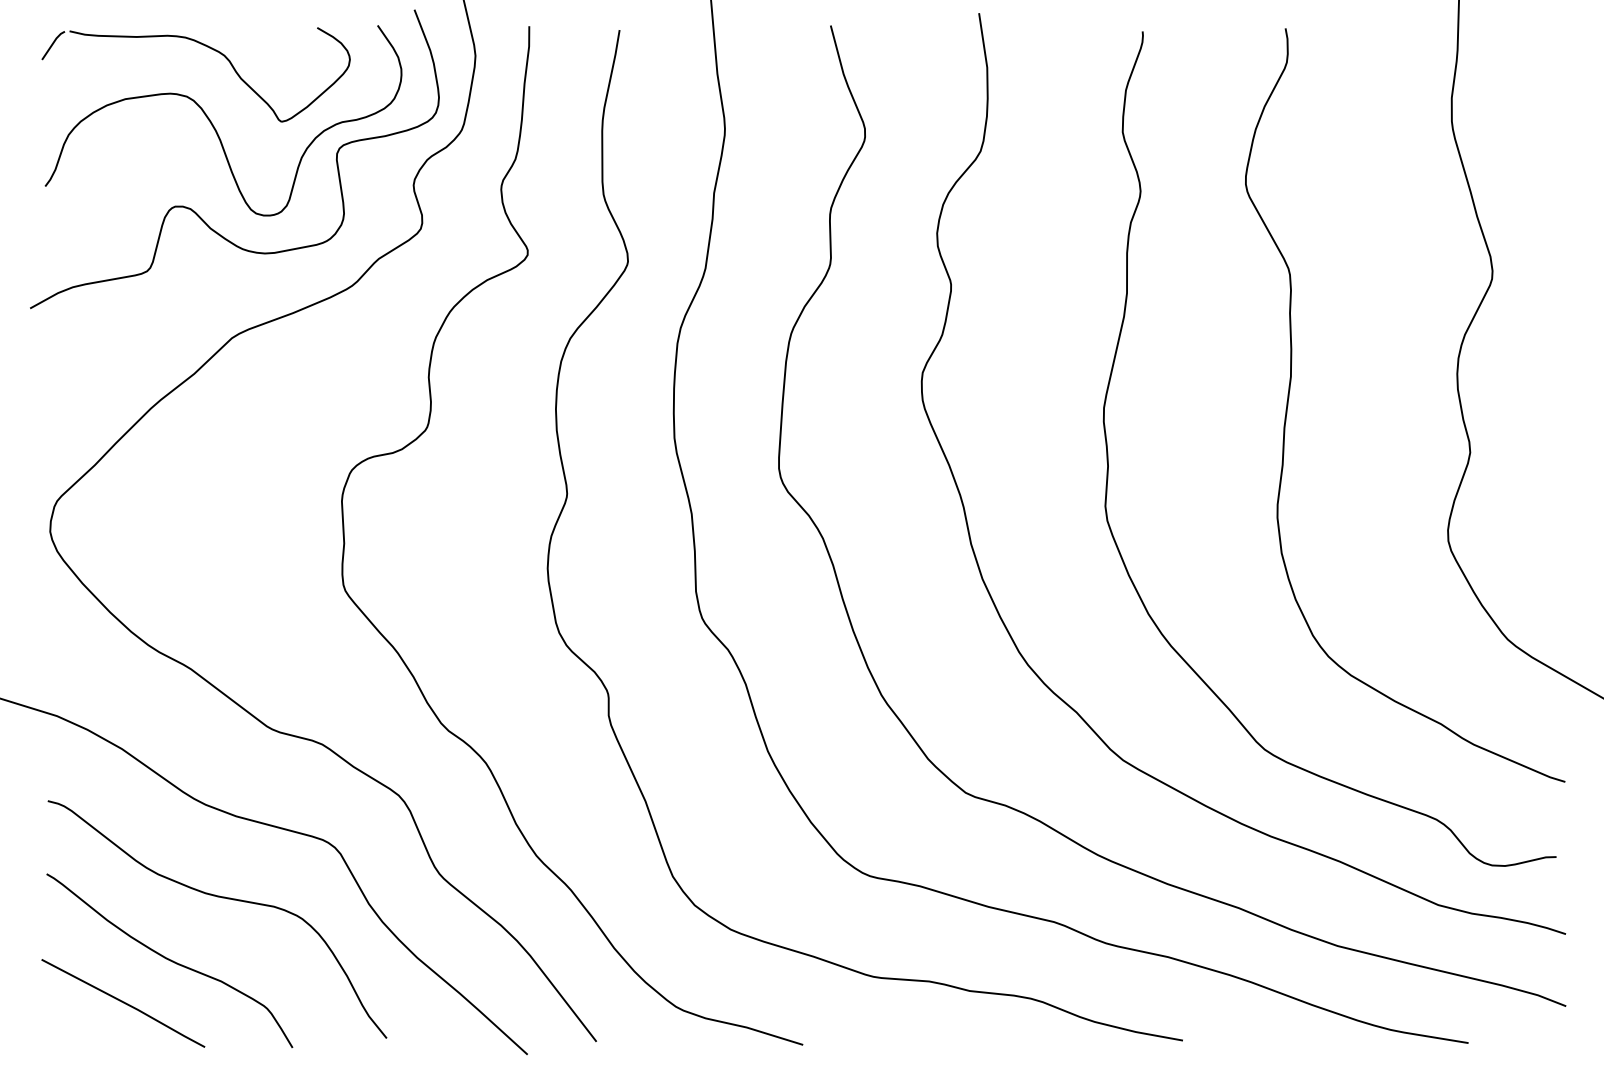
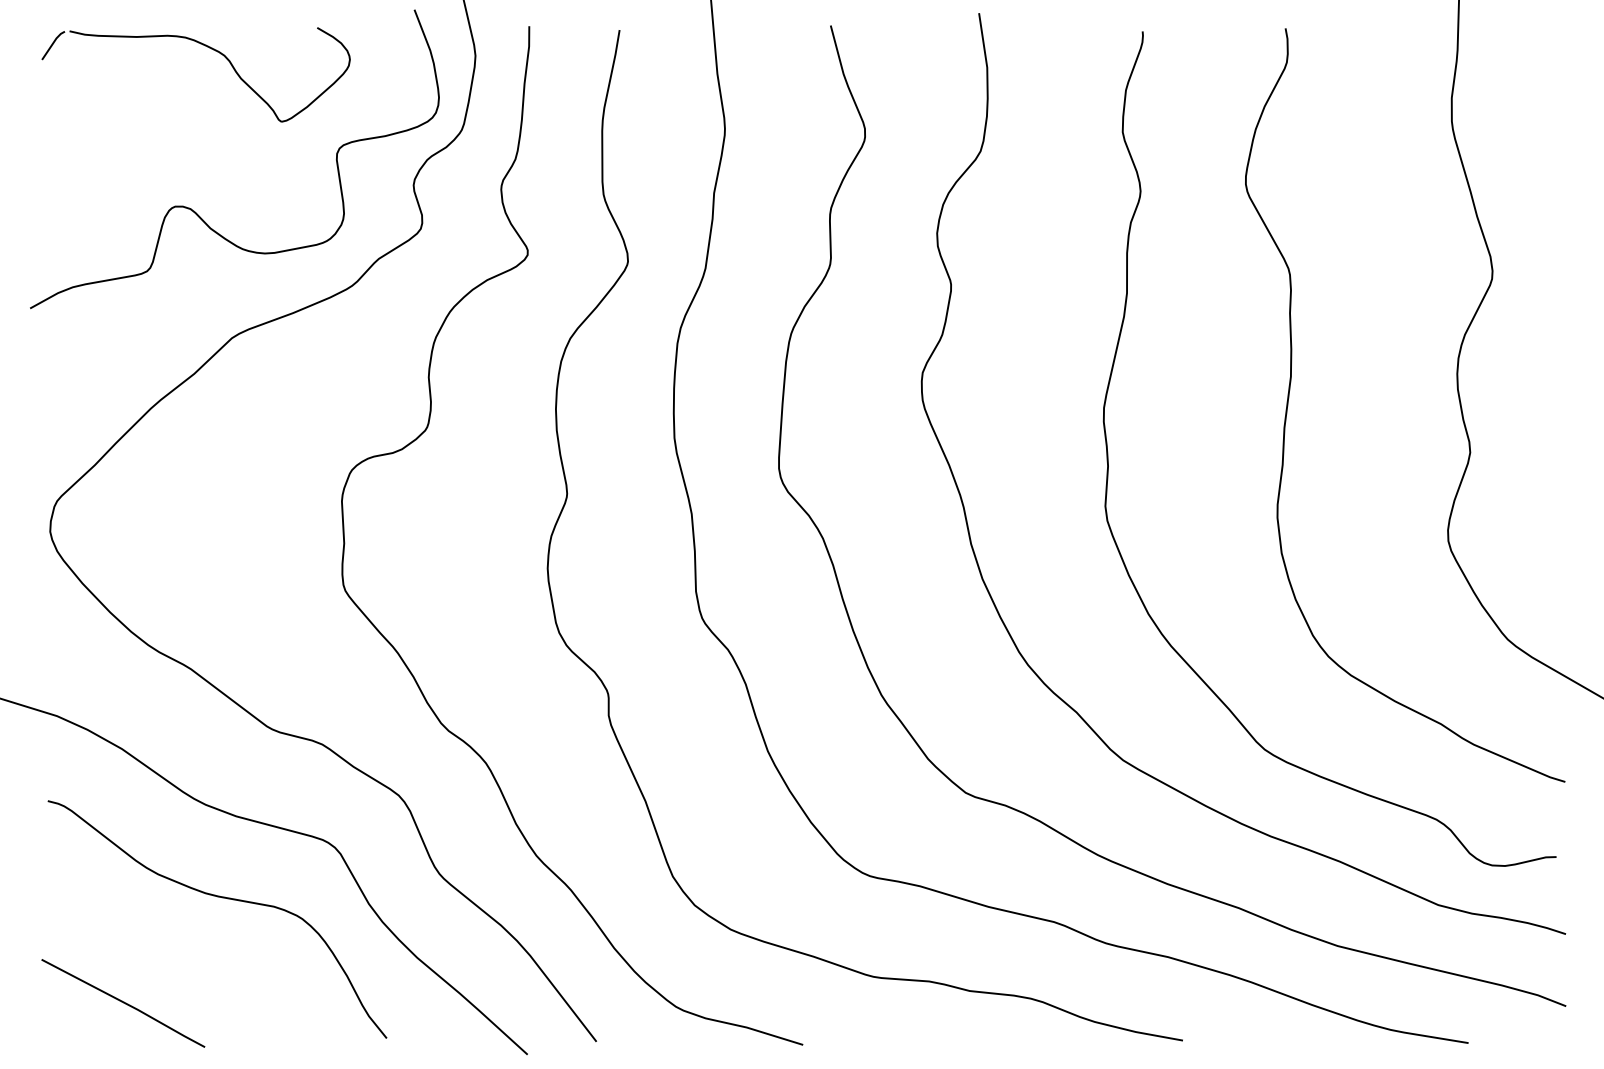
curve at (213, 124): present -> none
curve at (169, 960): present -> none
